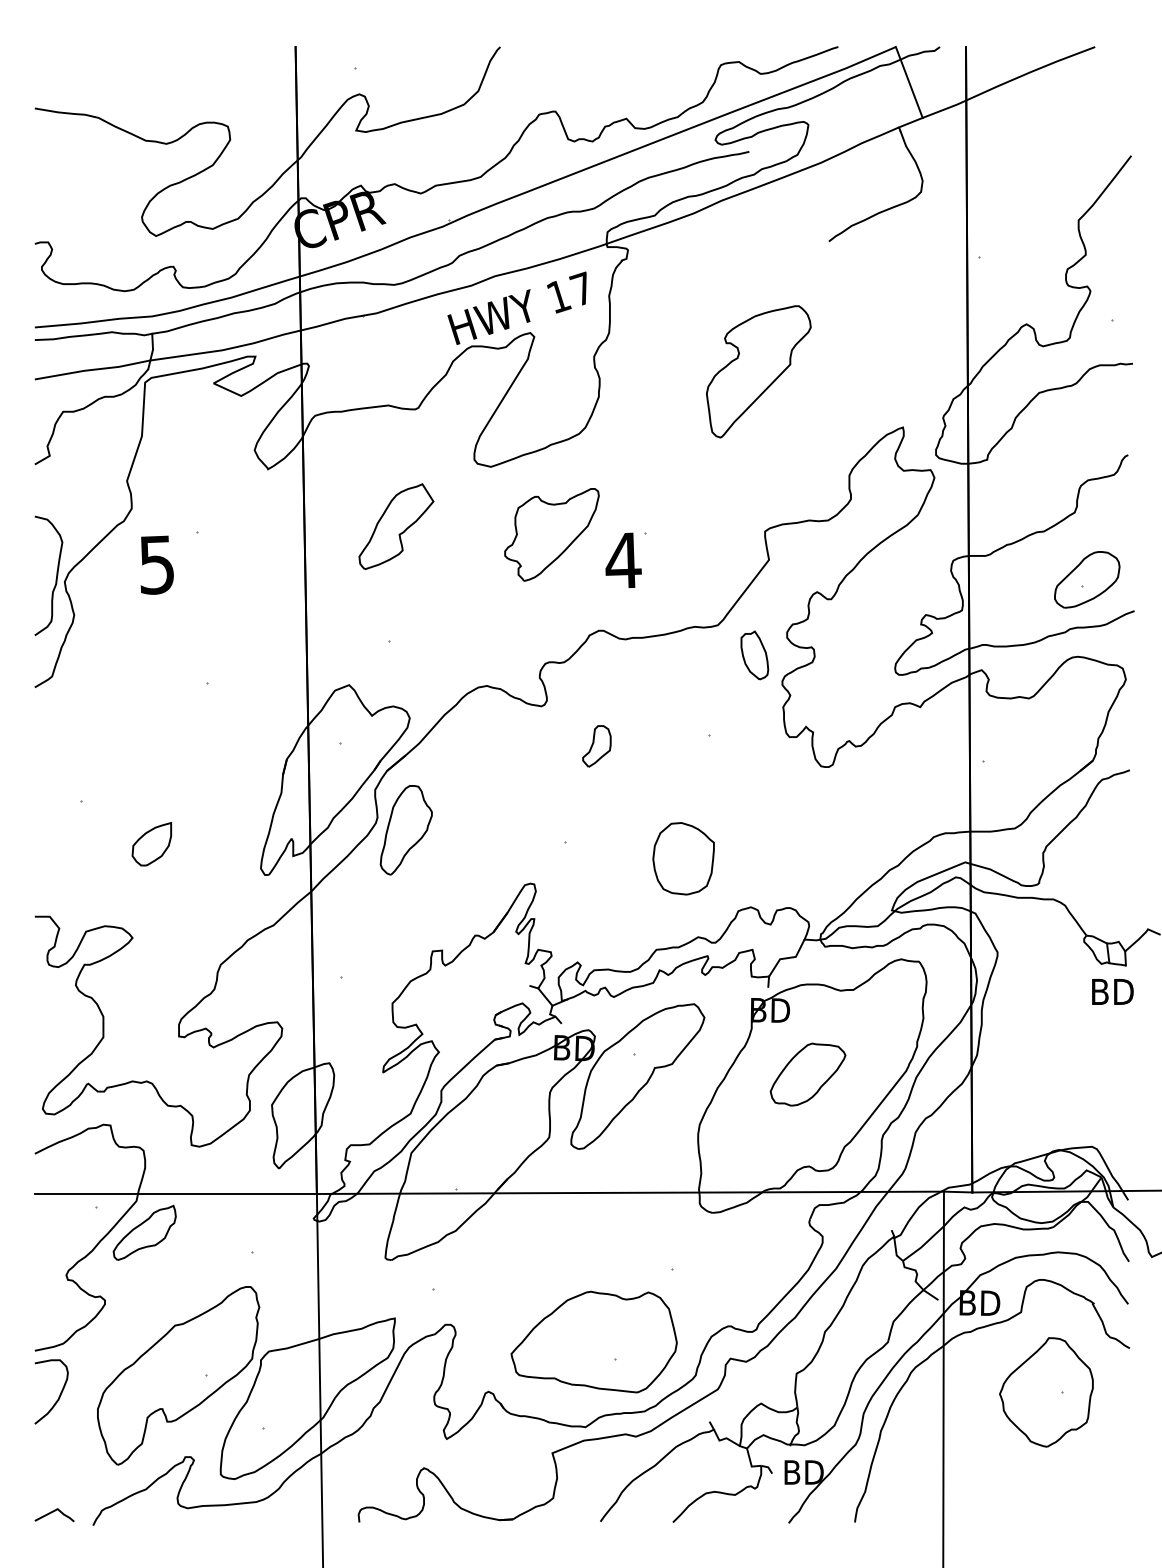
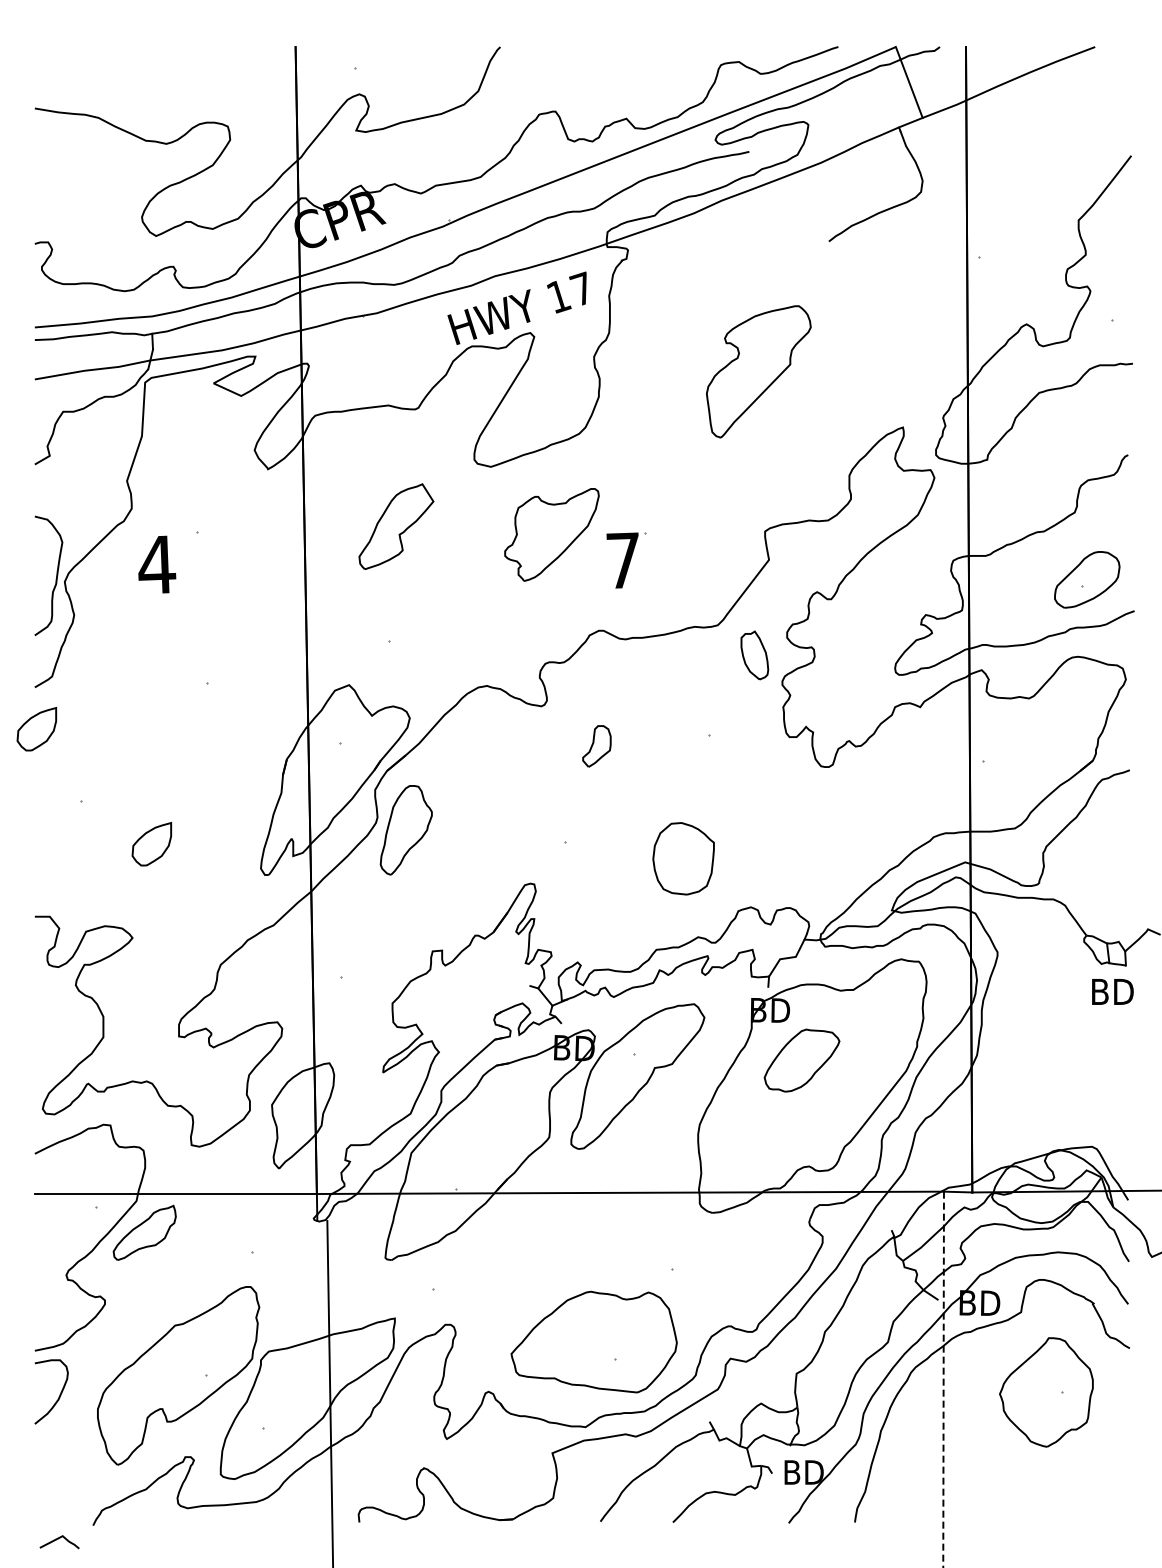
text at (623, 560): 4 -> 7
text at (157, 564): 5 -> 4
part at (36, 729): none -> present
part at (807, 1074) position: (807, 1074) -> (801, 1060)
line at (943, 1379): solid -> dashed
line at (320, 1392) position: (320, 1392) -> (330, 1392)
line at (53, 1512) position: (53, 1512) -> (58, 1539)
